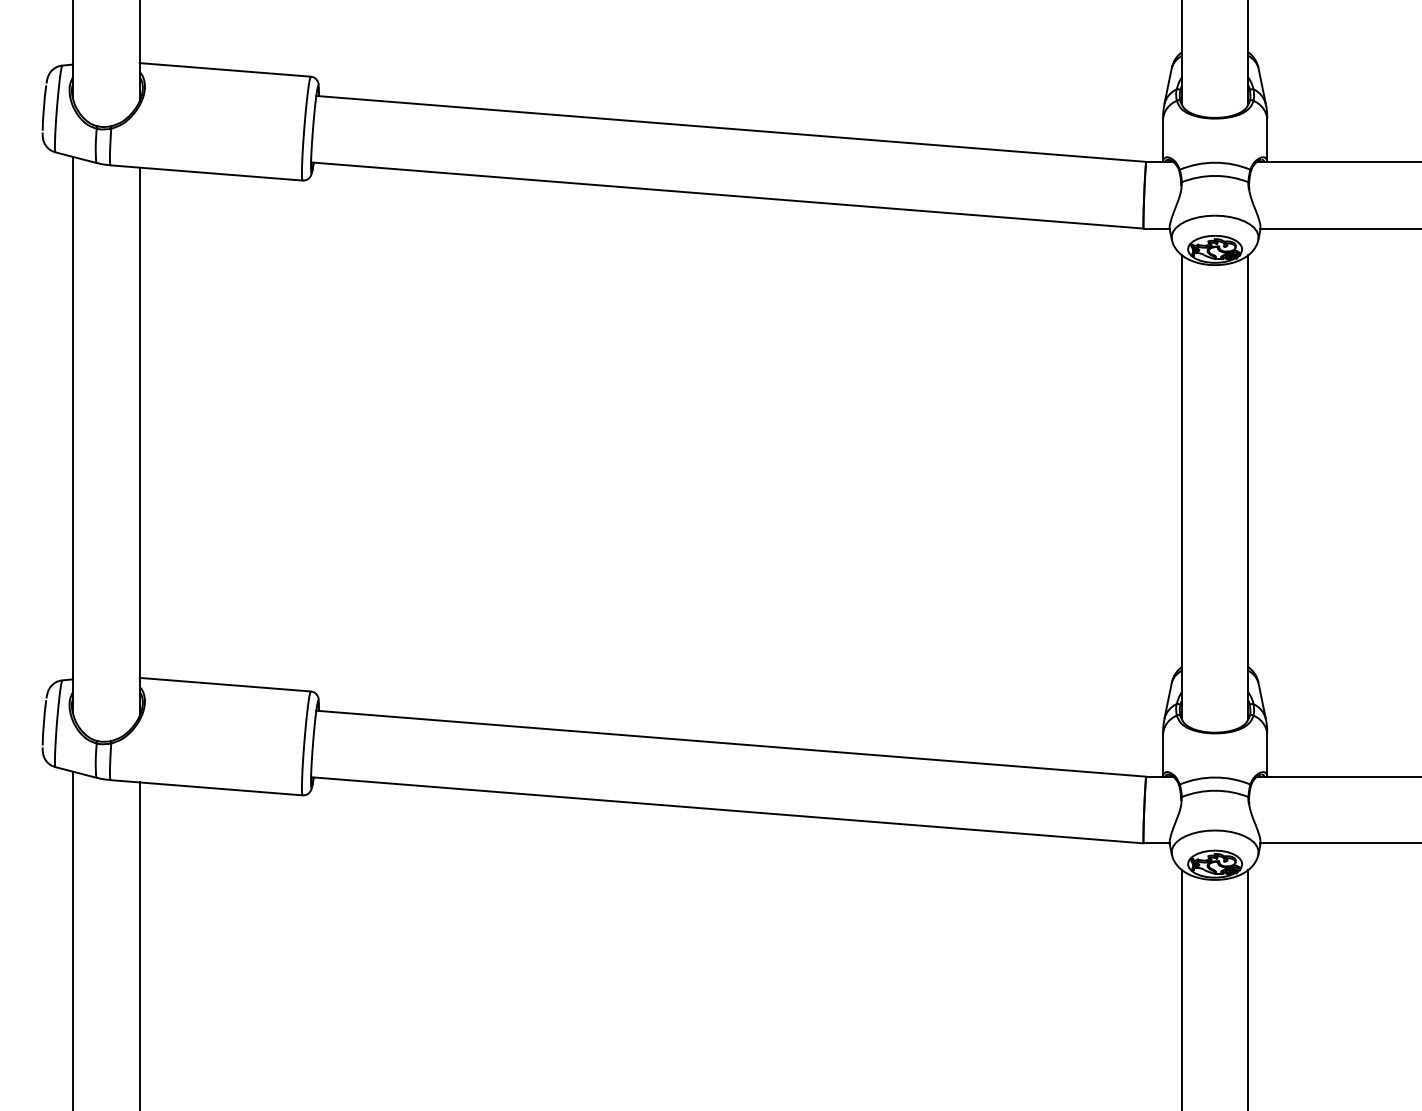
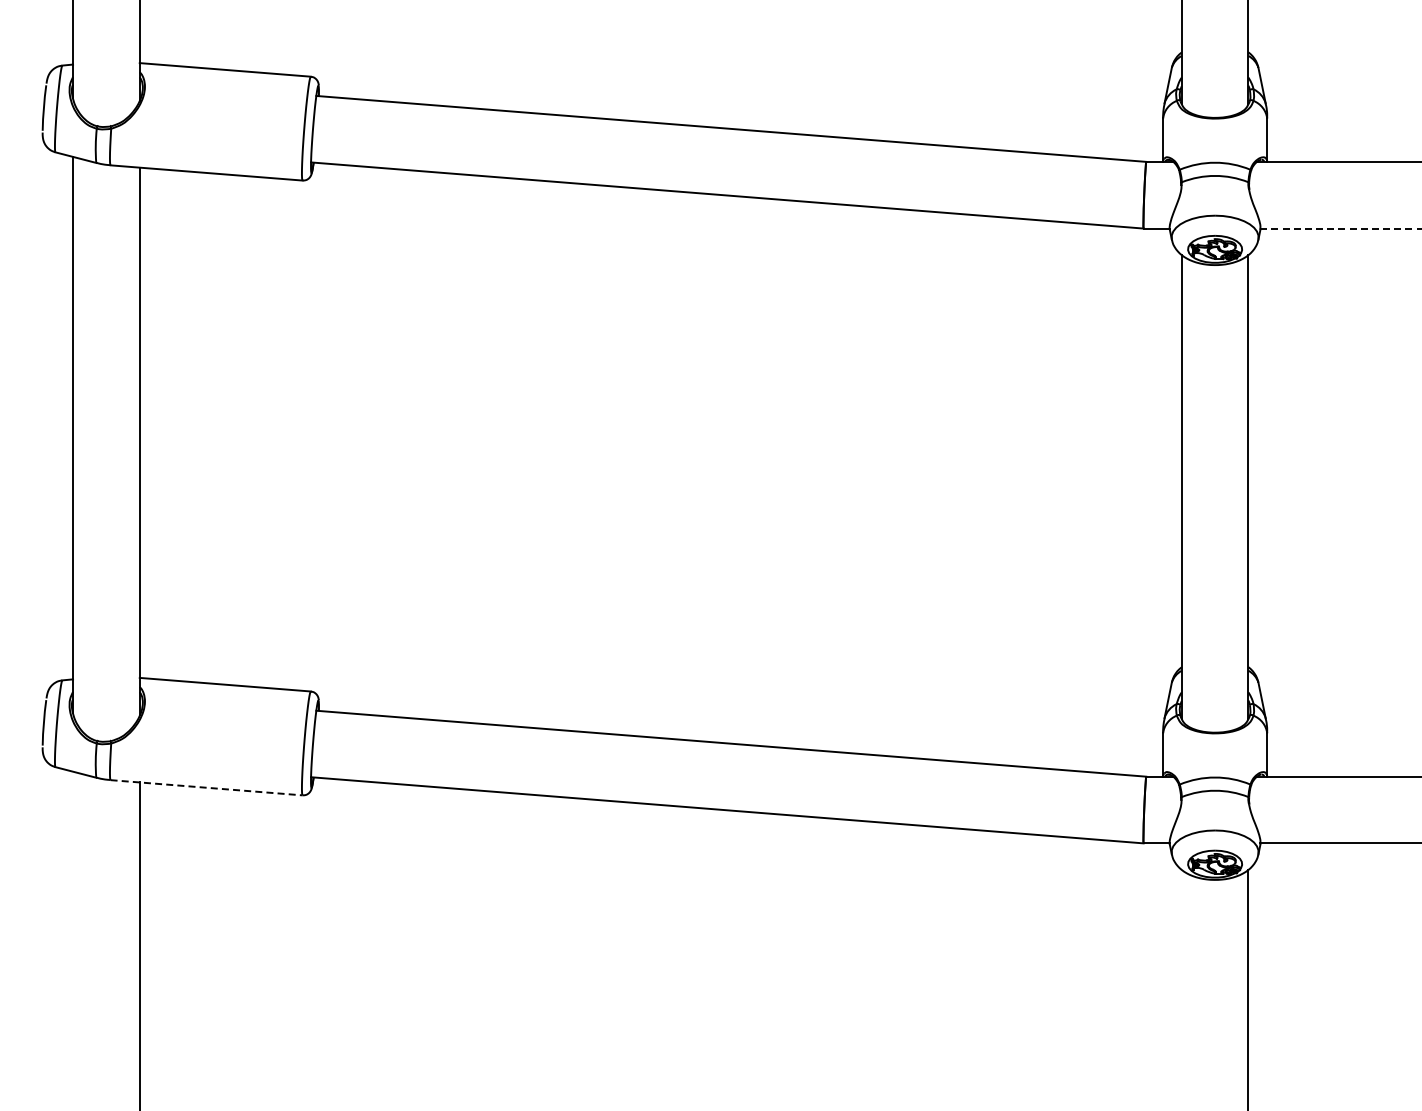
line at (1341, 228): solid -> dashed
line at (207, 787): solid -> dashed
line at (73, 939): present -> none
line at (1181, 988): present -> none
